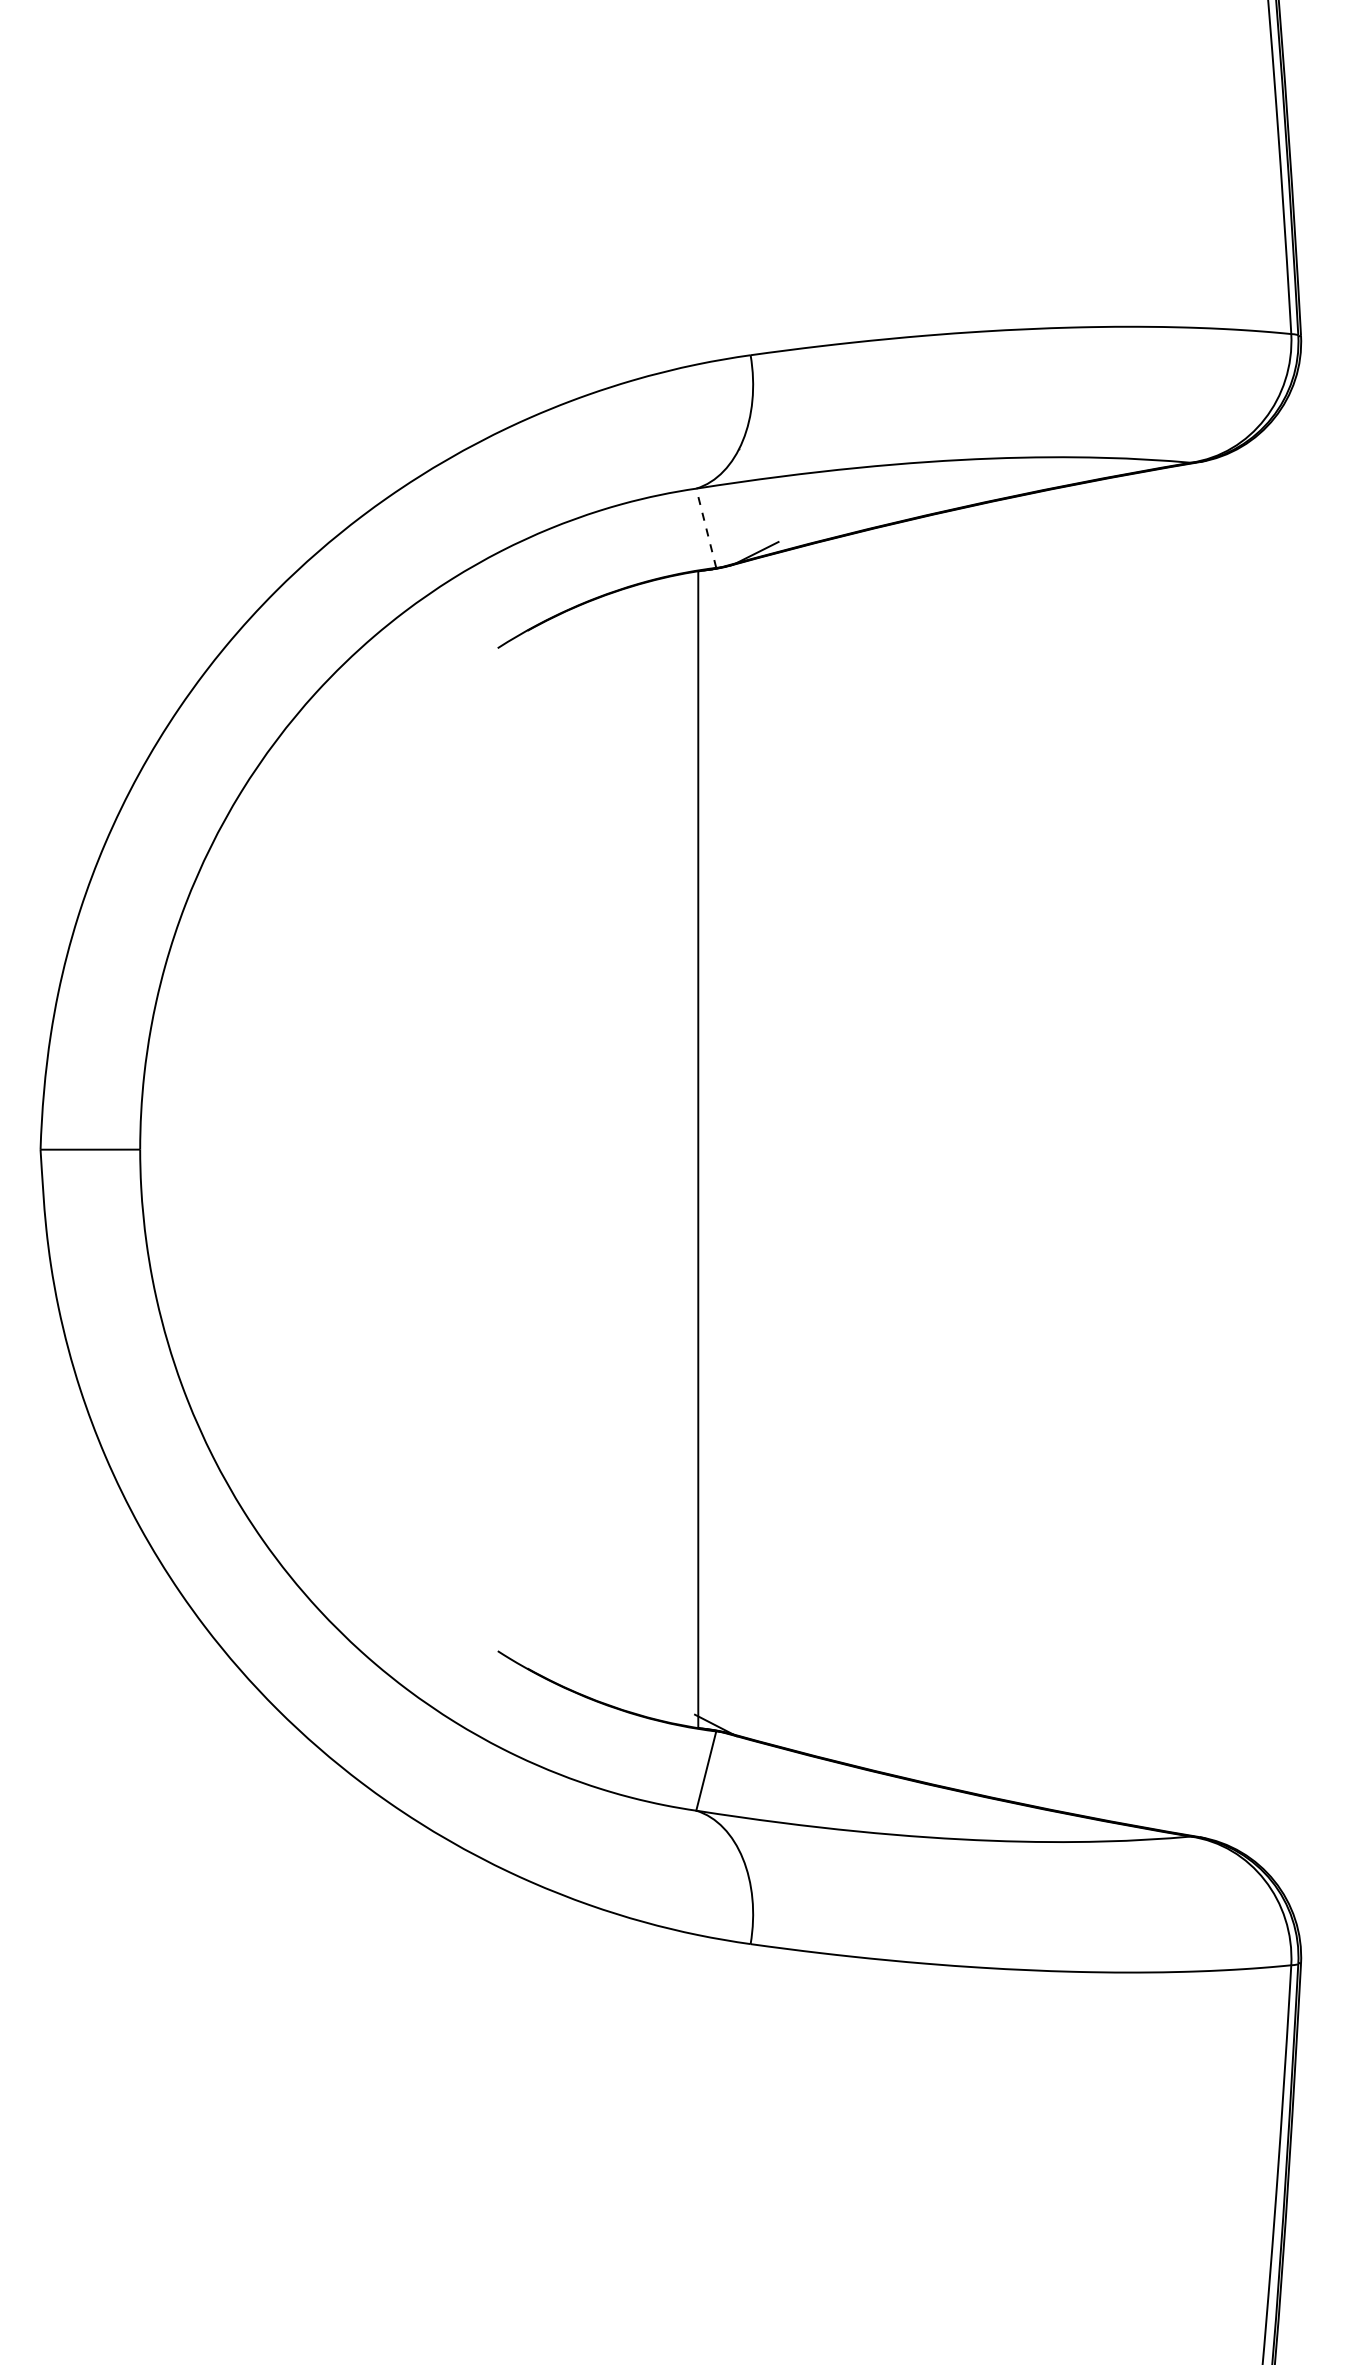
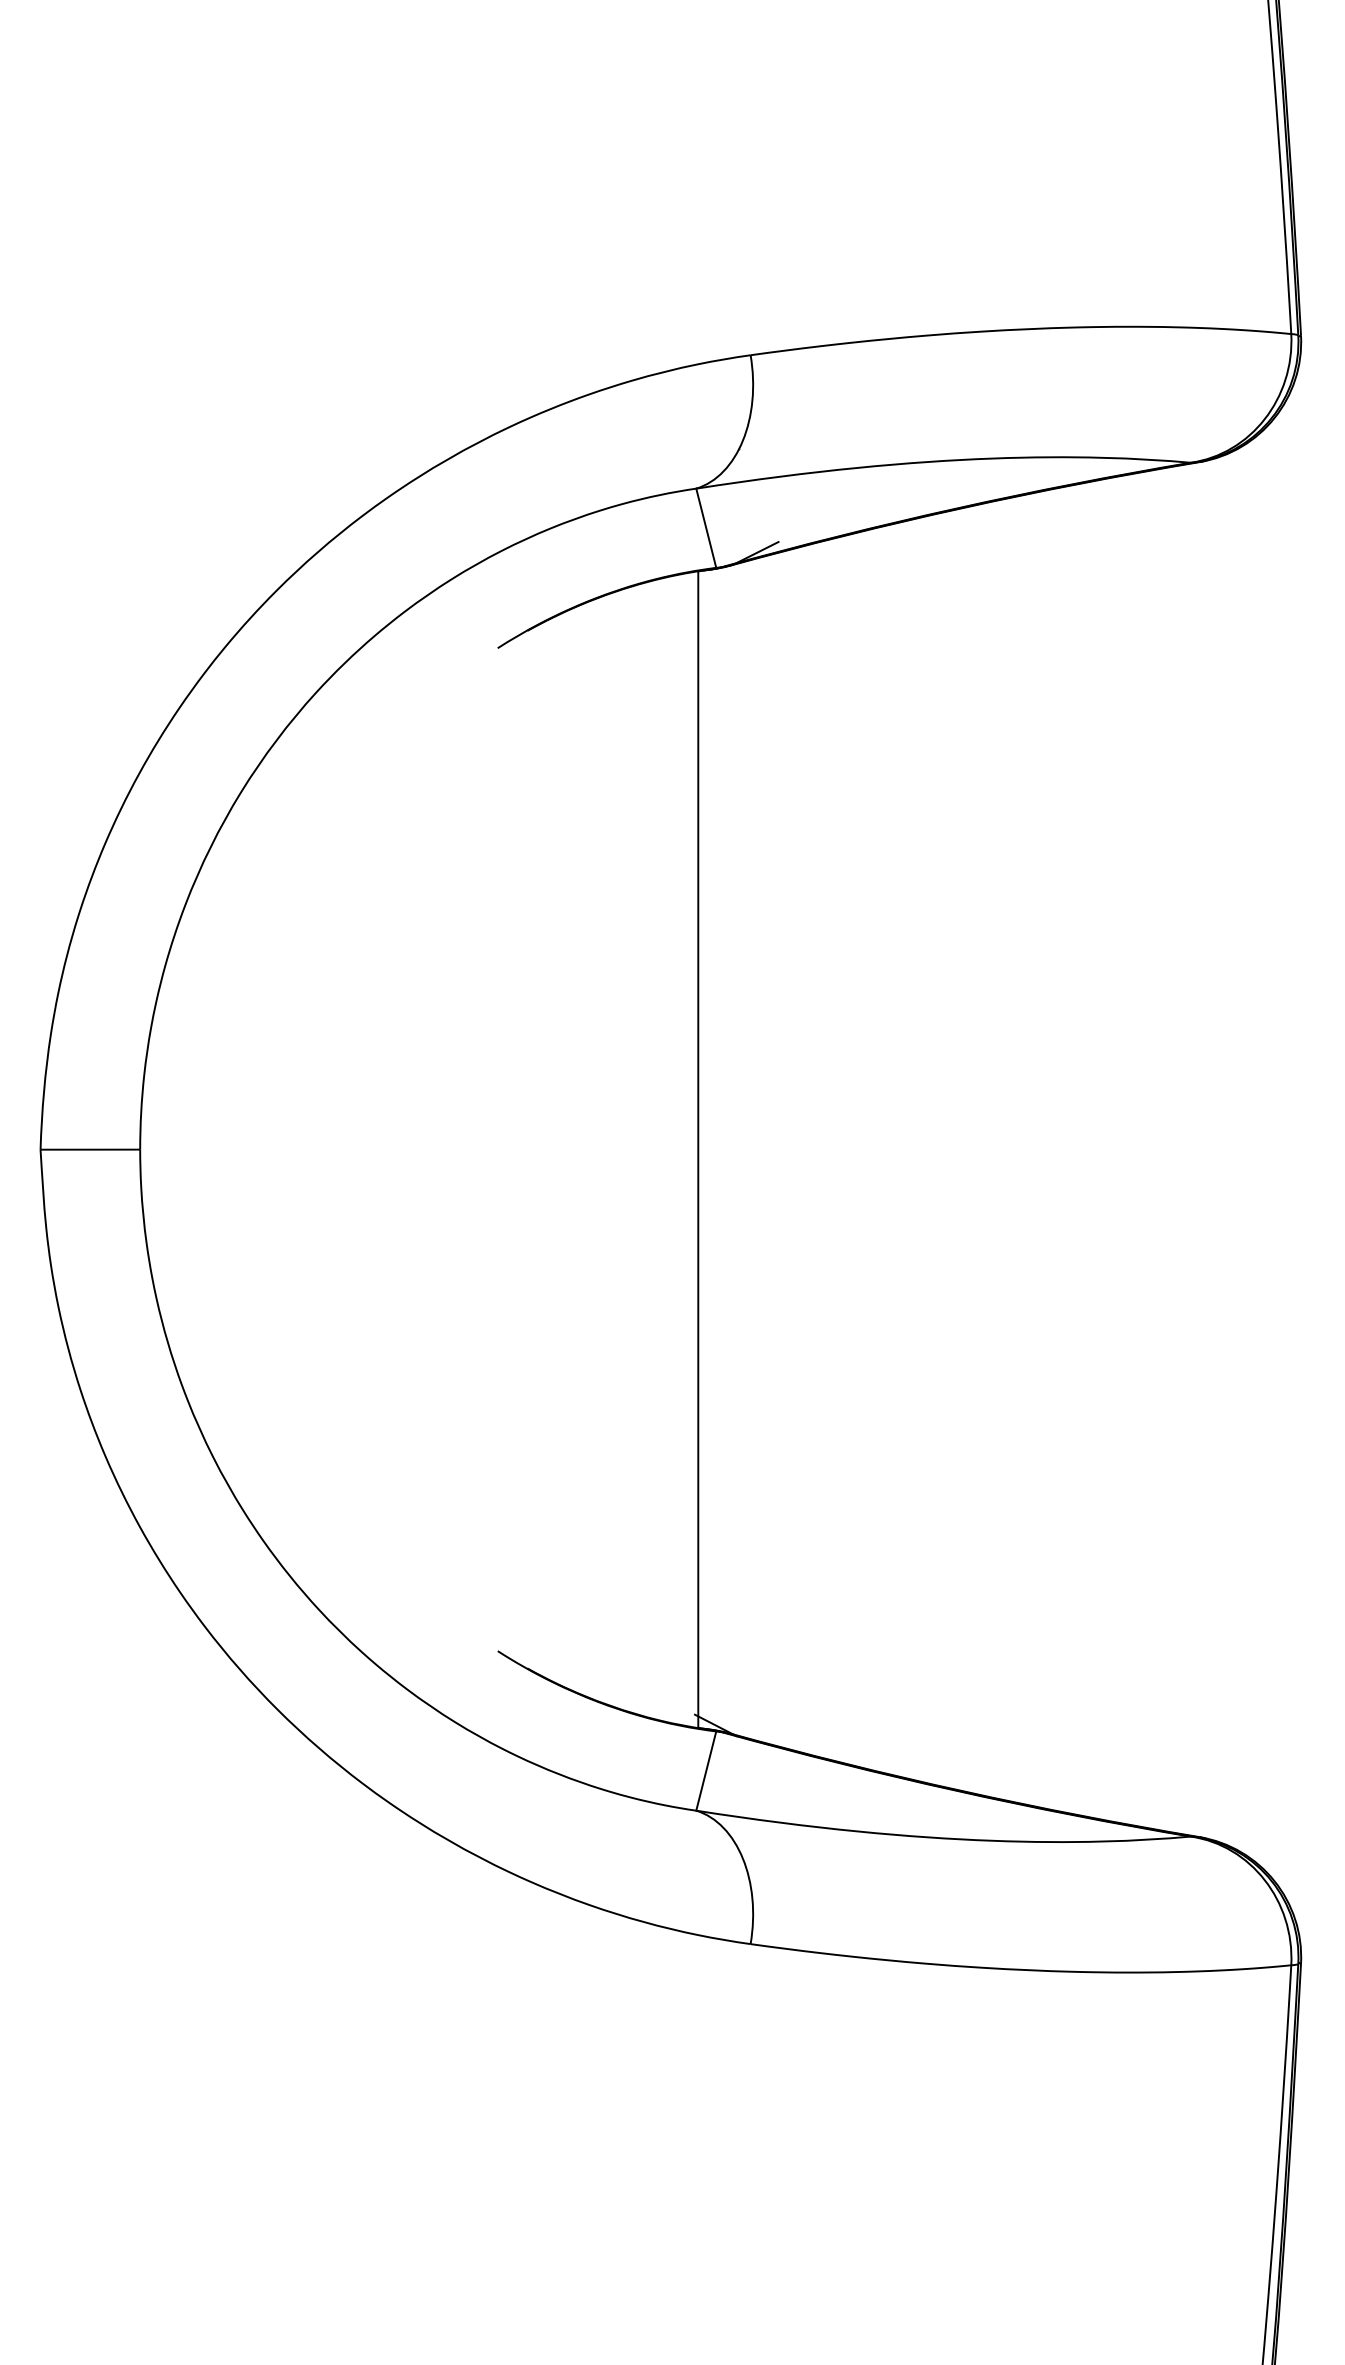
line at (706, 528): dashed -> solid
